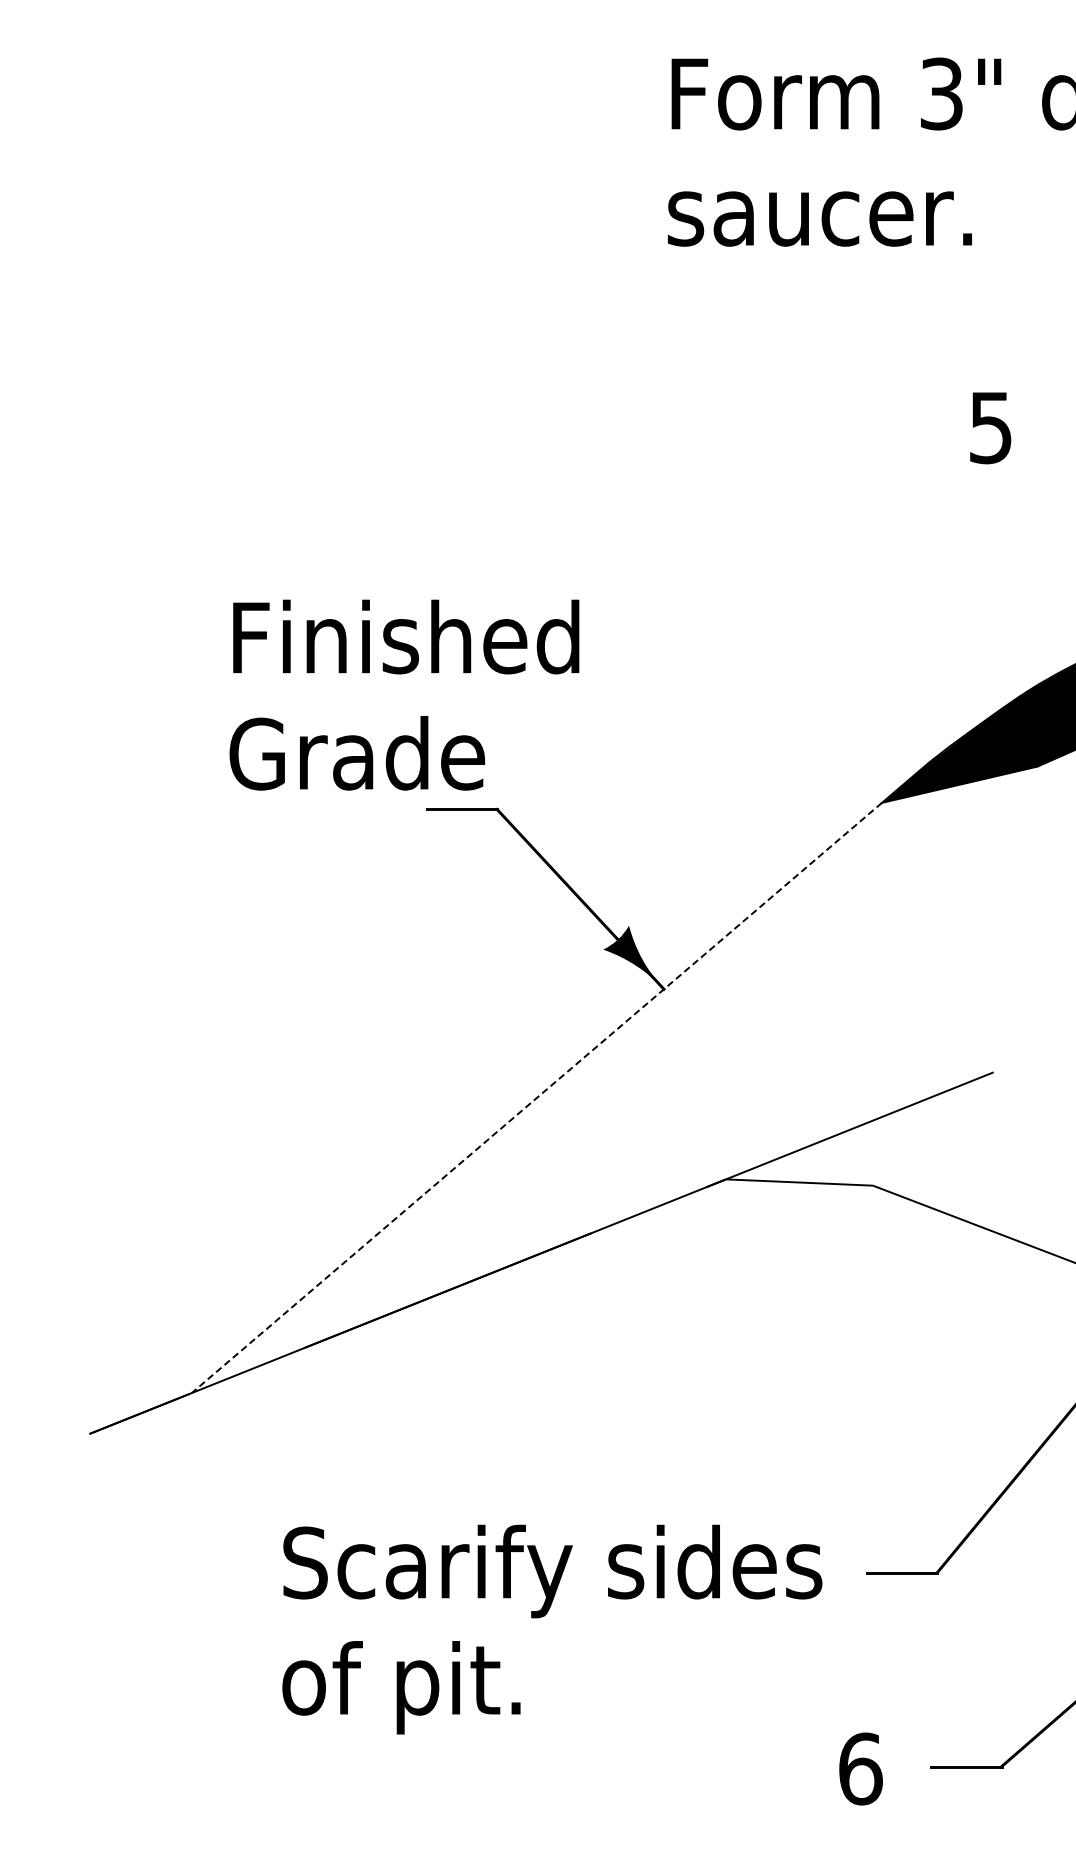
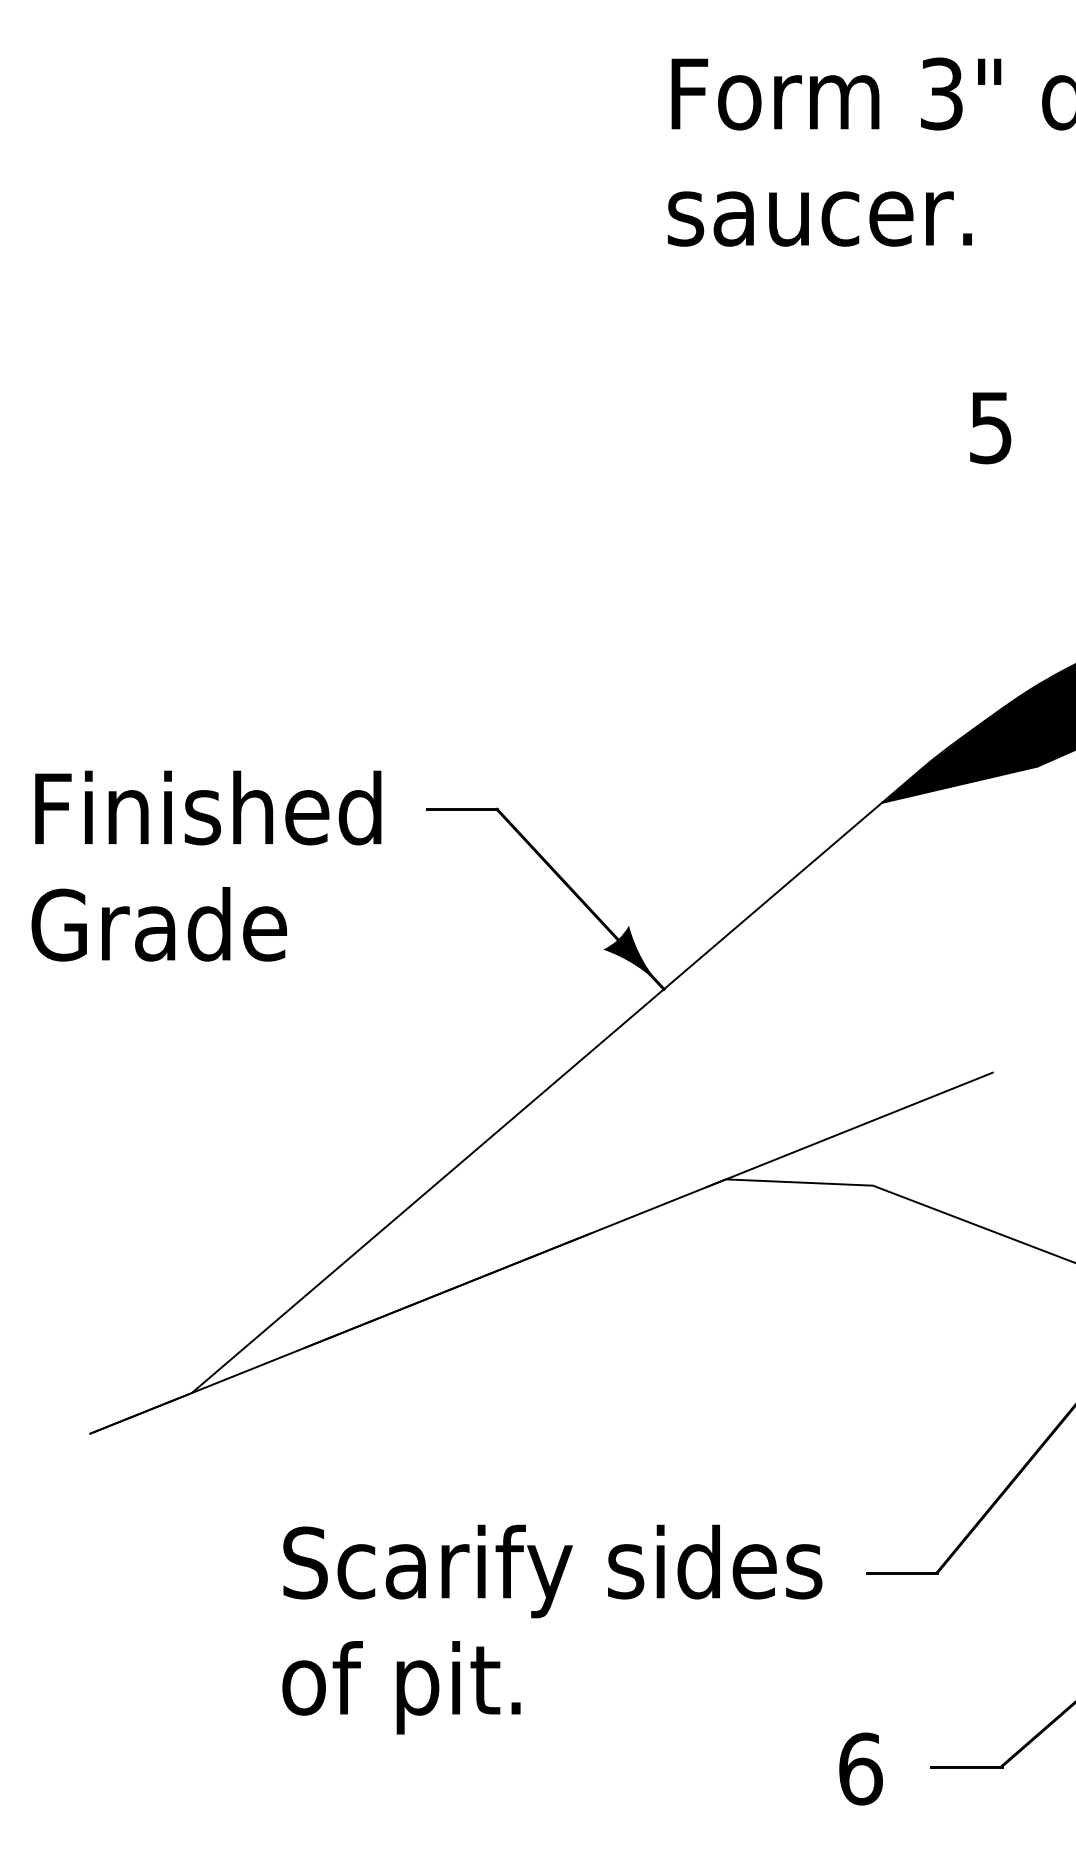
text at (404, 694) position: (404, 694) -> (206, 865)
line at (536, 1098): dashed -> solid
